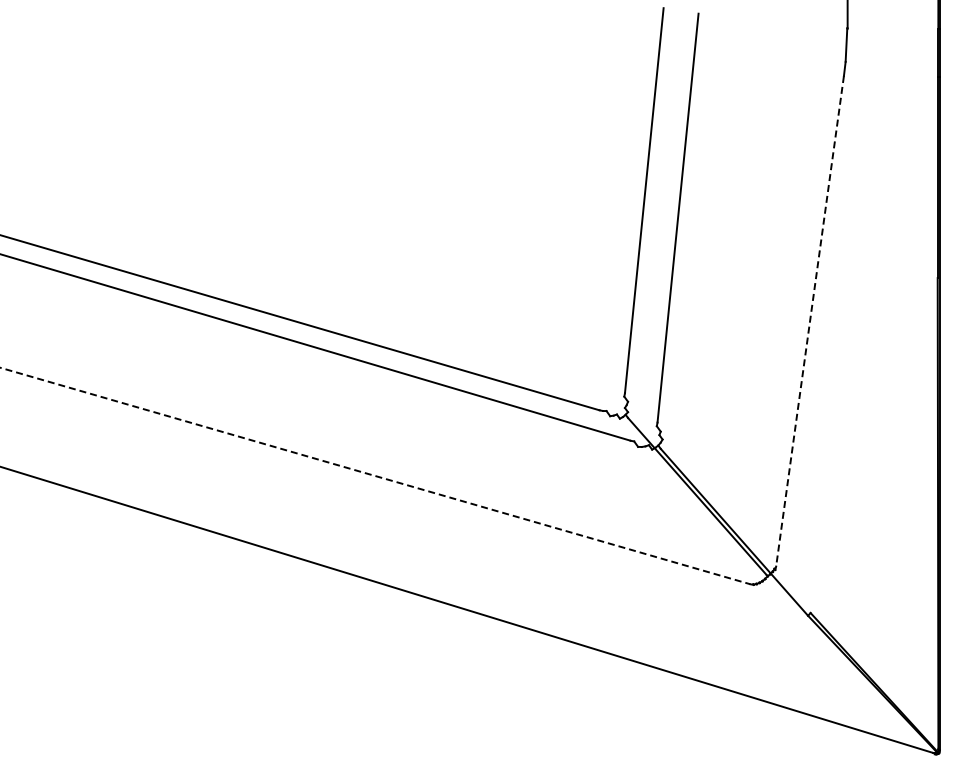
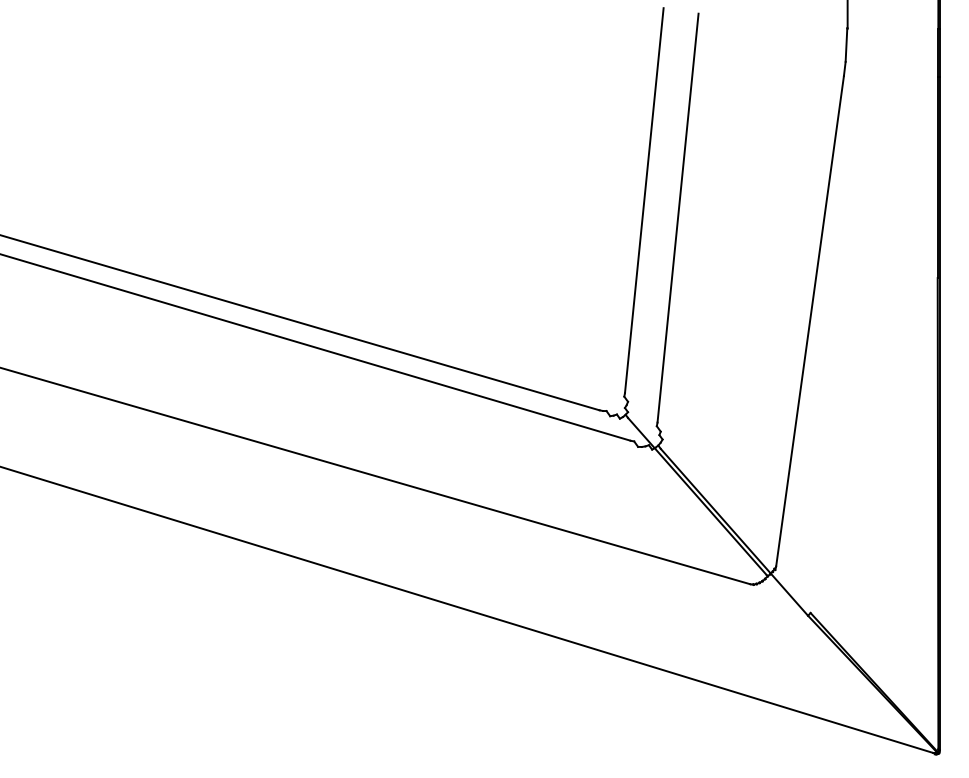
line at (810, 321): dashed -> solid
line at (375, 476): dashed -> solid
